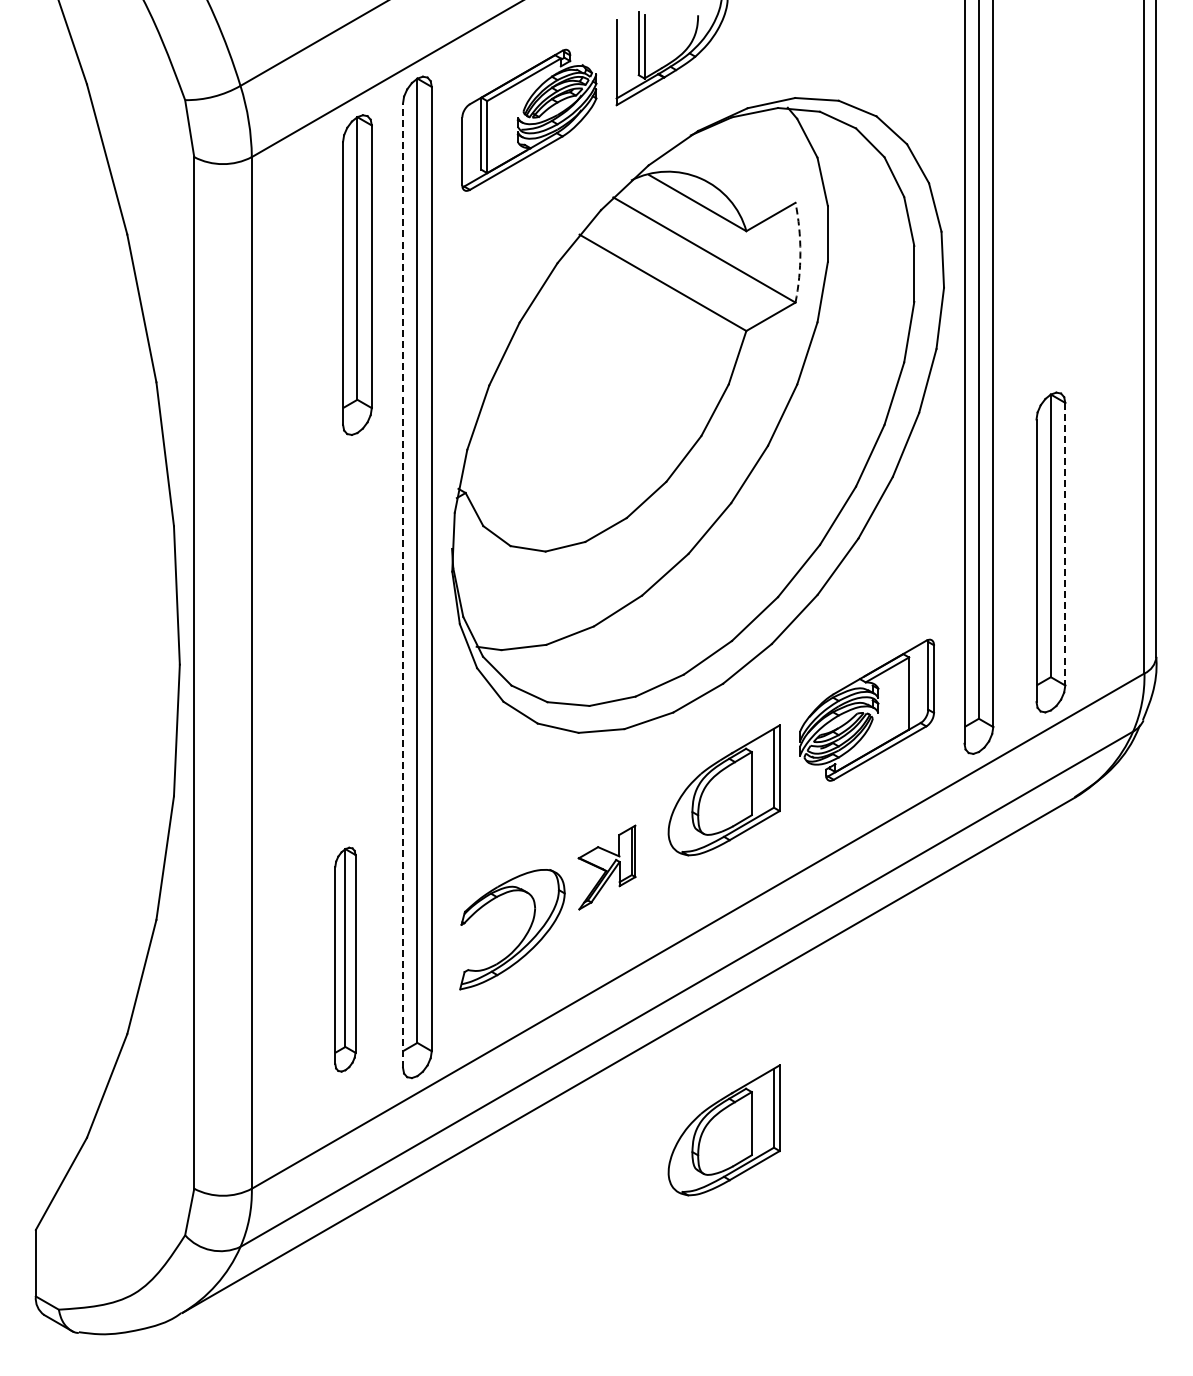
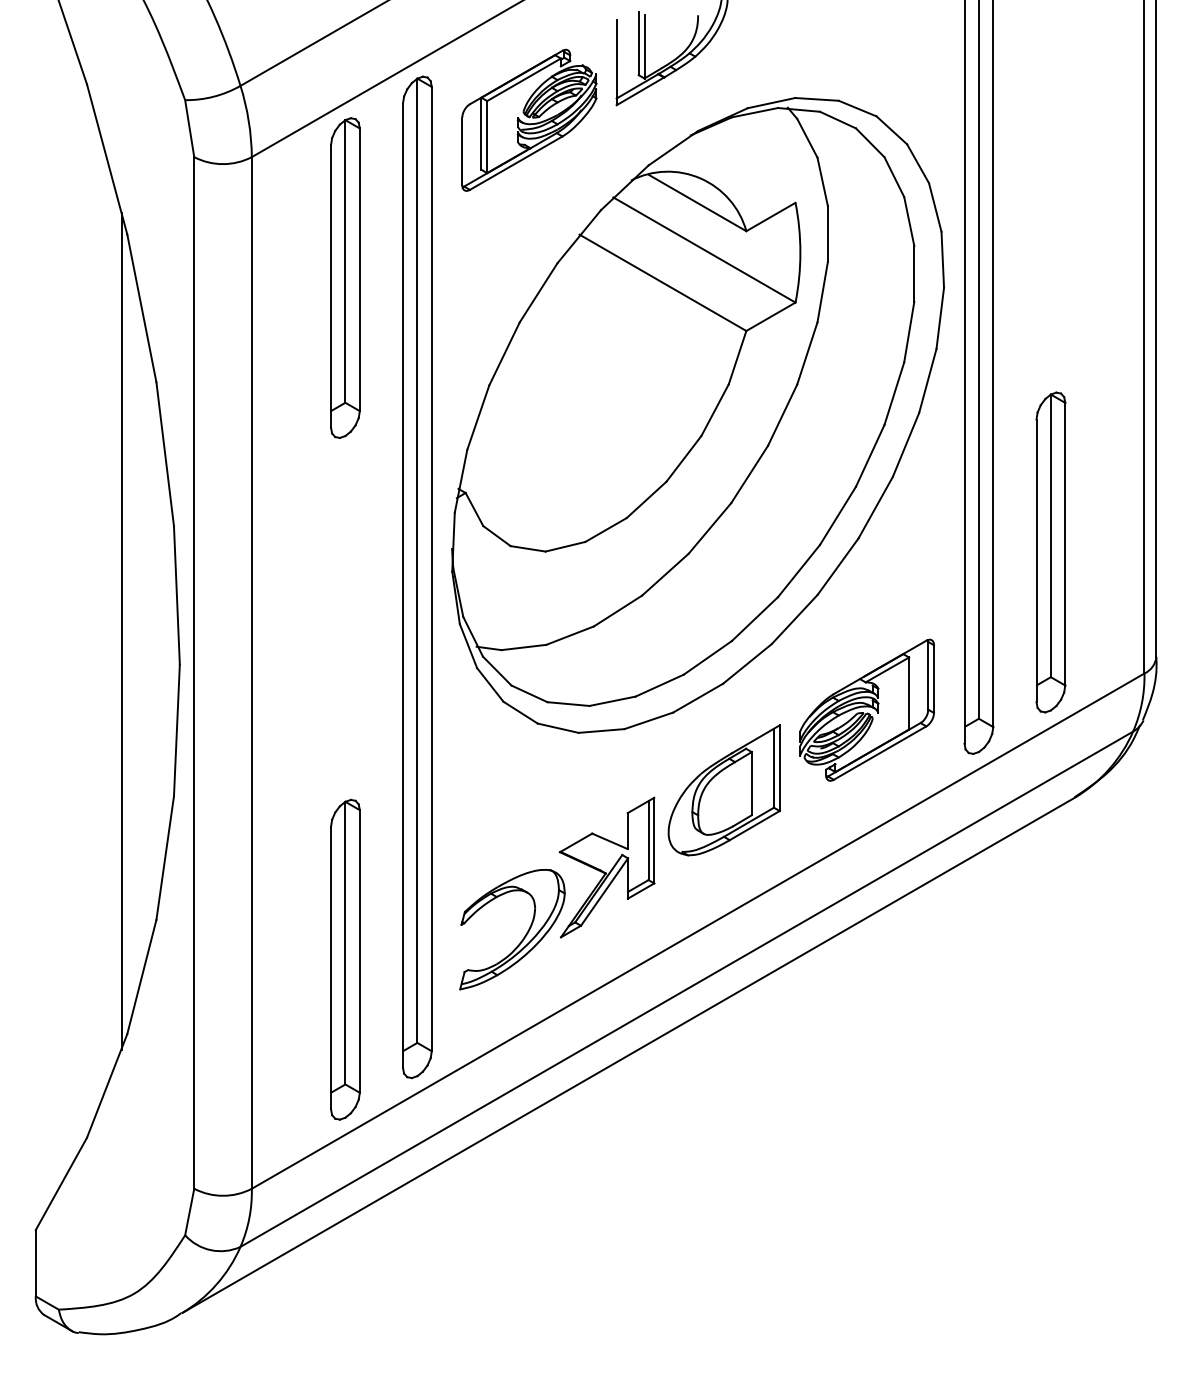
arc at (800, 252): dashed -> solid
part at (357, 274) position: (357, 274) -> (345, 277)
line at (1065, 544): dashed -> solid
line at (403, 585): dashed -> solid
line at (122, 631): none -> present
part at (606, 867) size: 60x87 px -> 98x143 px
part at (345, 959) size: 23x227 px -> 31x323 px
part at (723, 1130): present -> none
